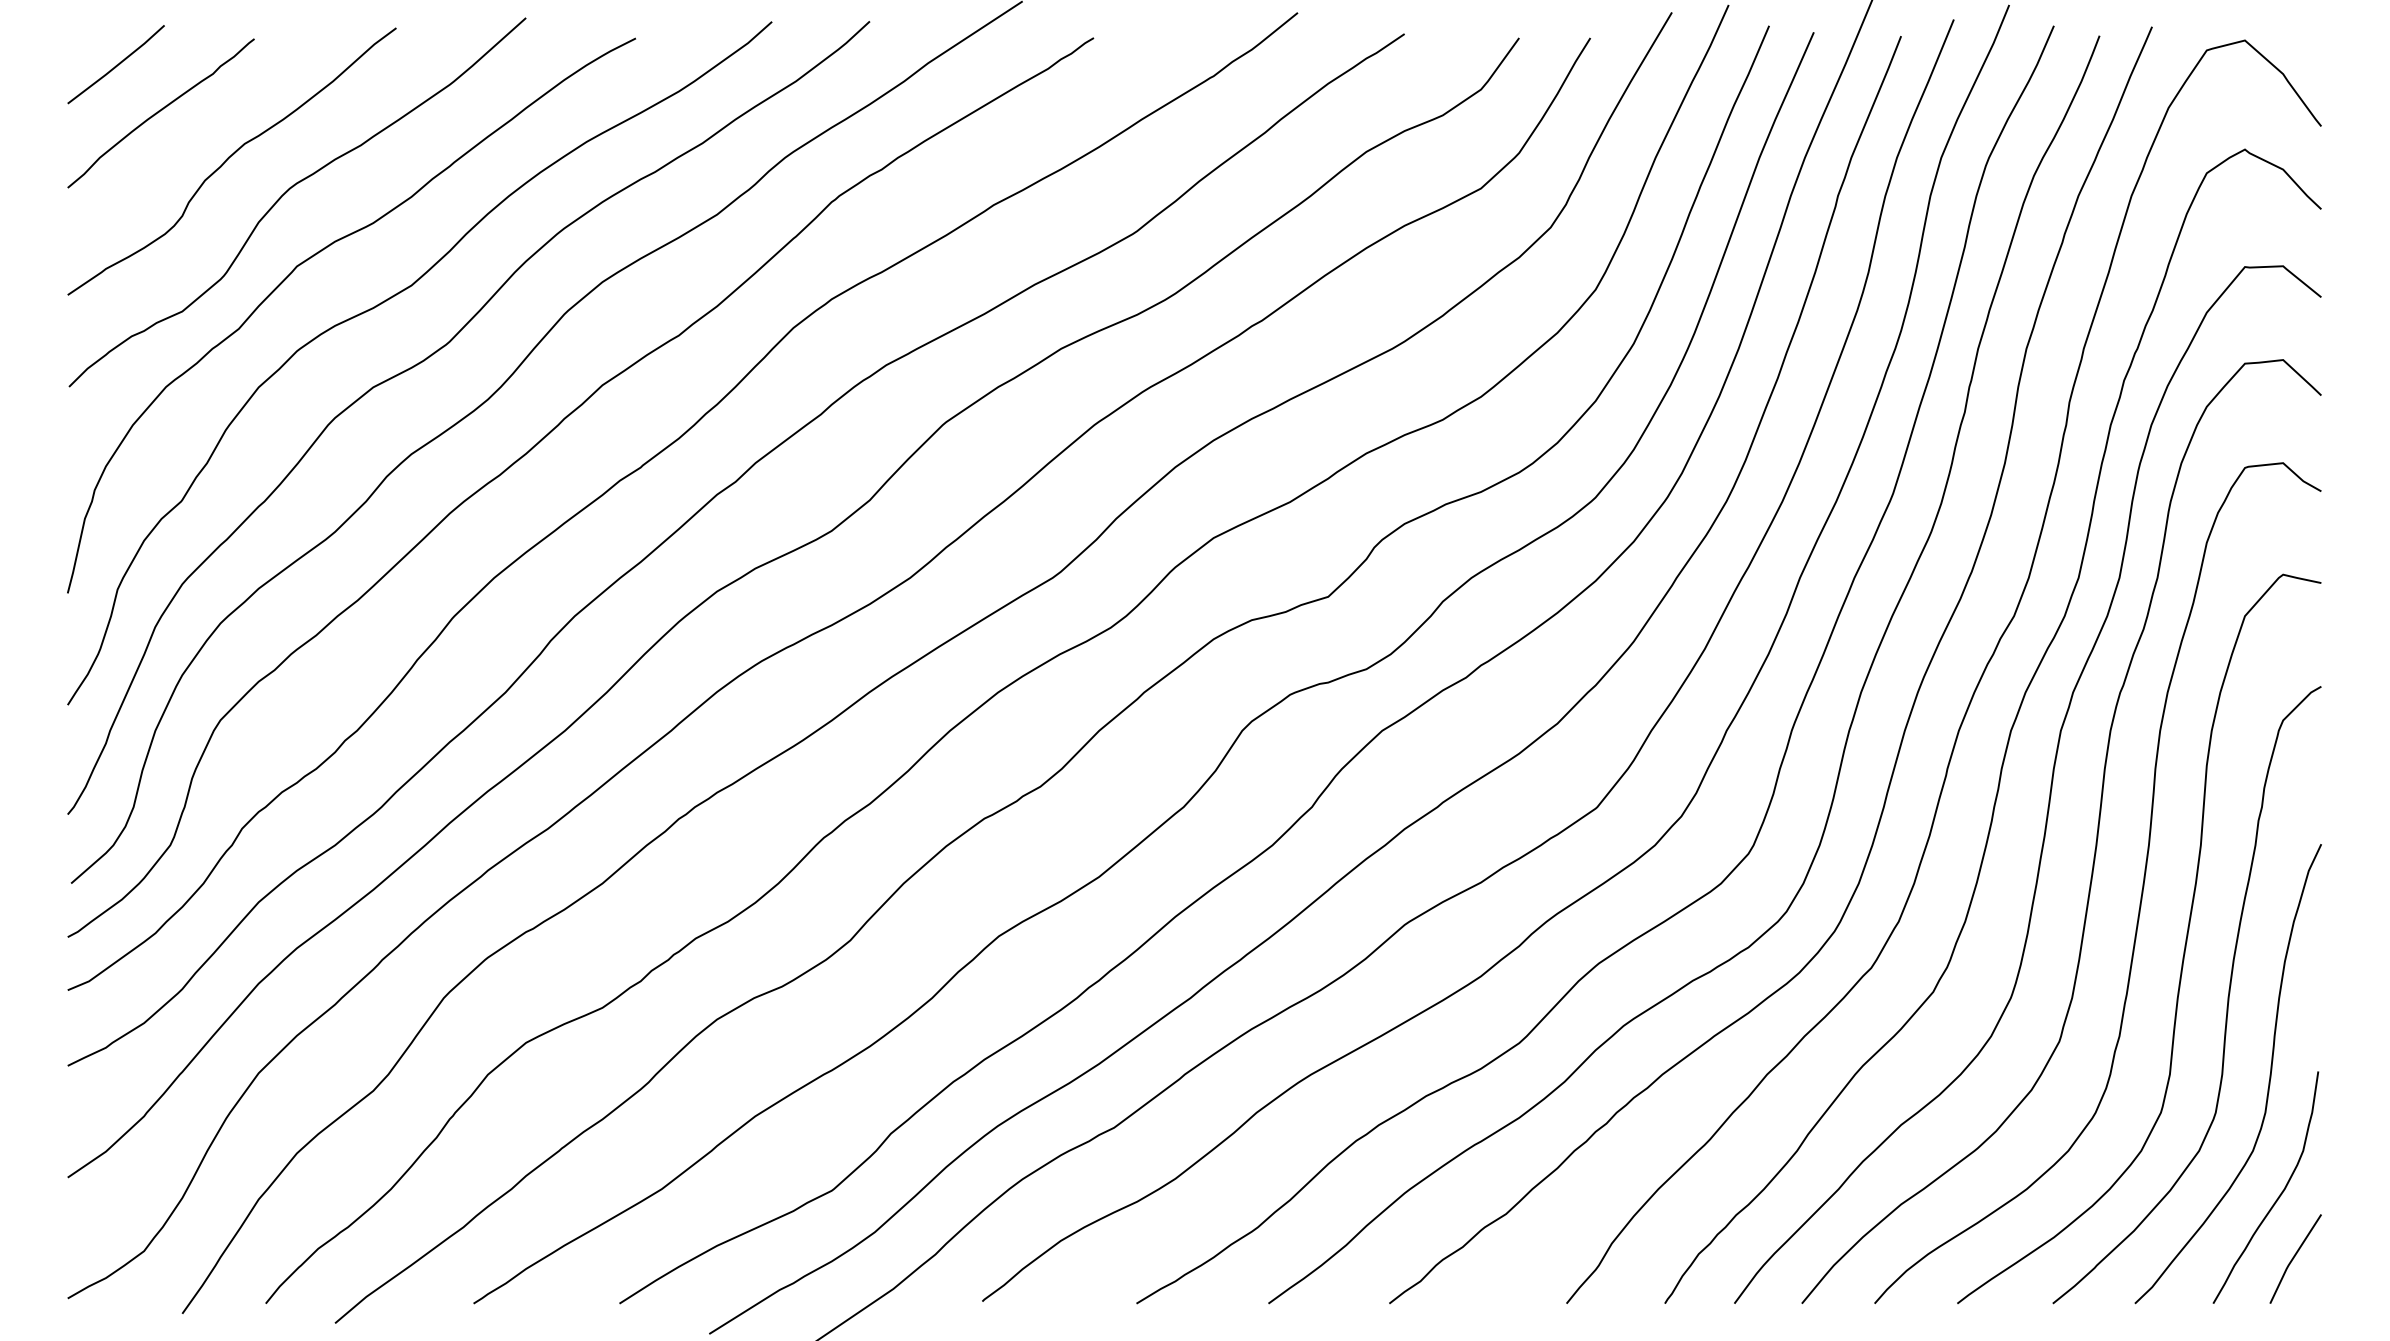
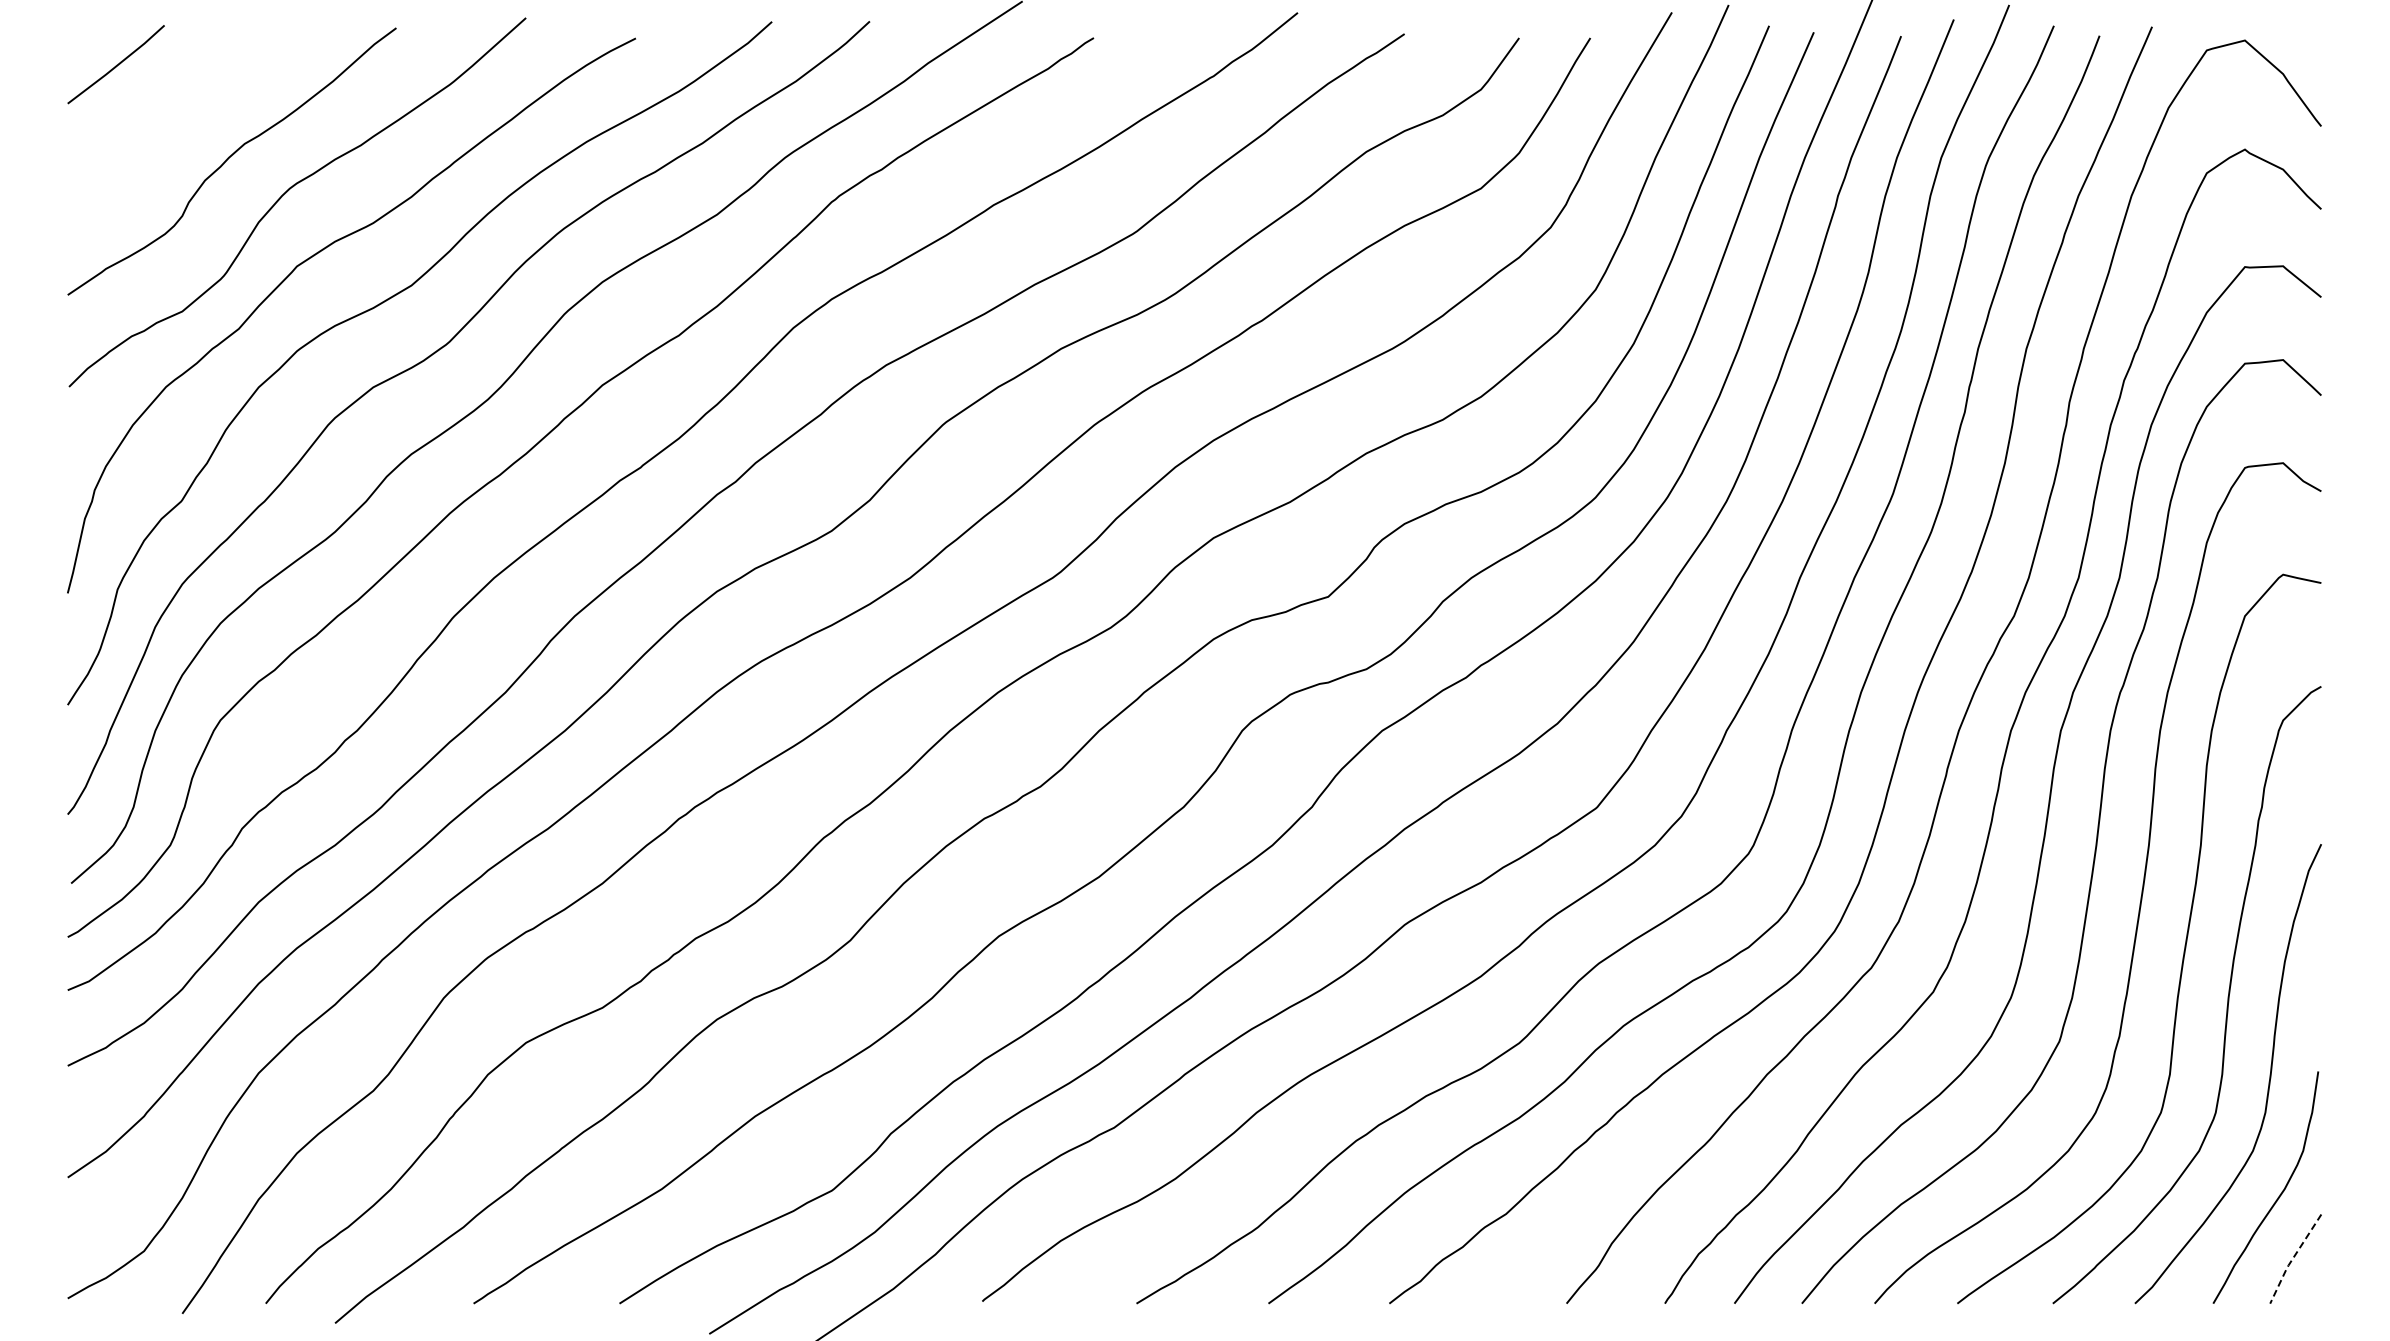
curve at (159, 112): present -> none
line at (2292, 1258): solid -> dashed
